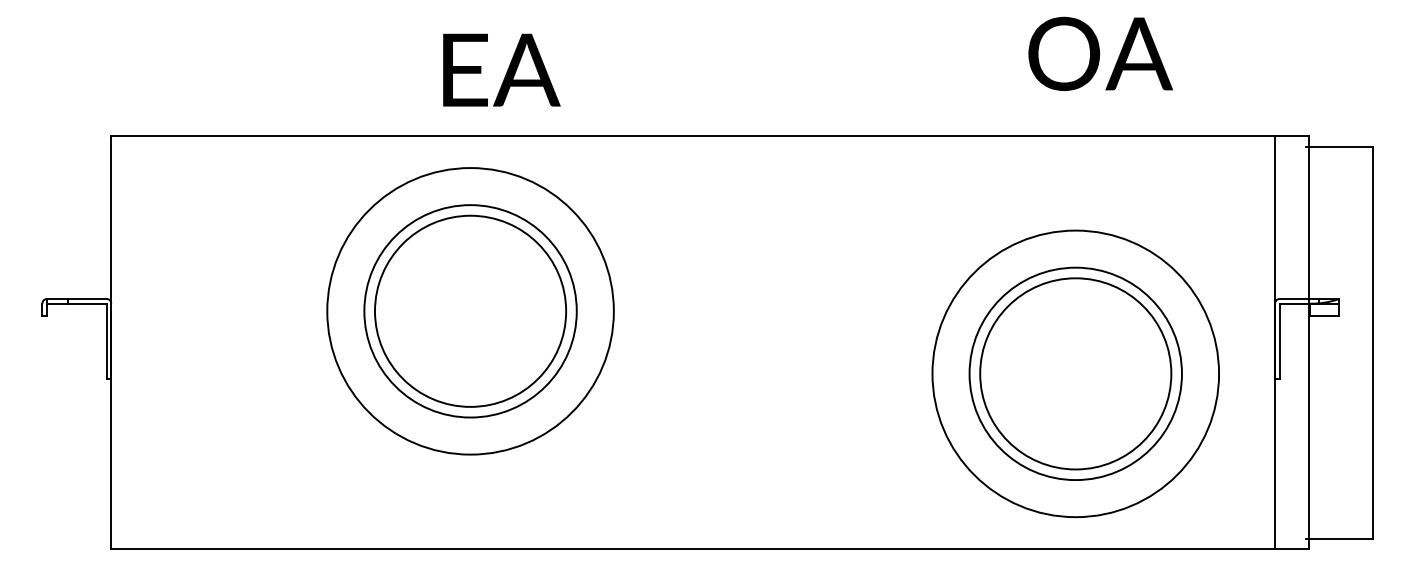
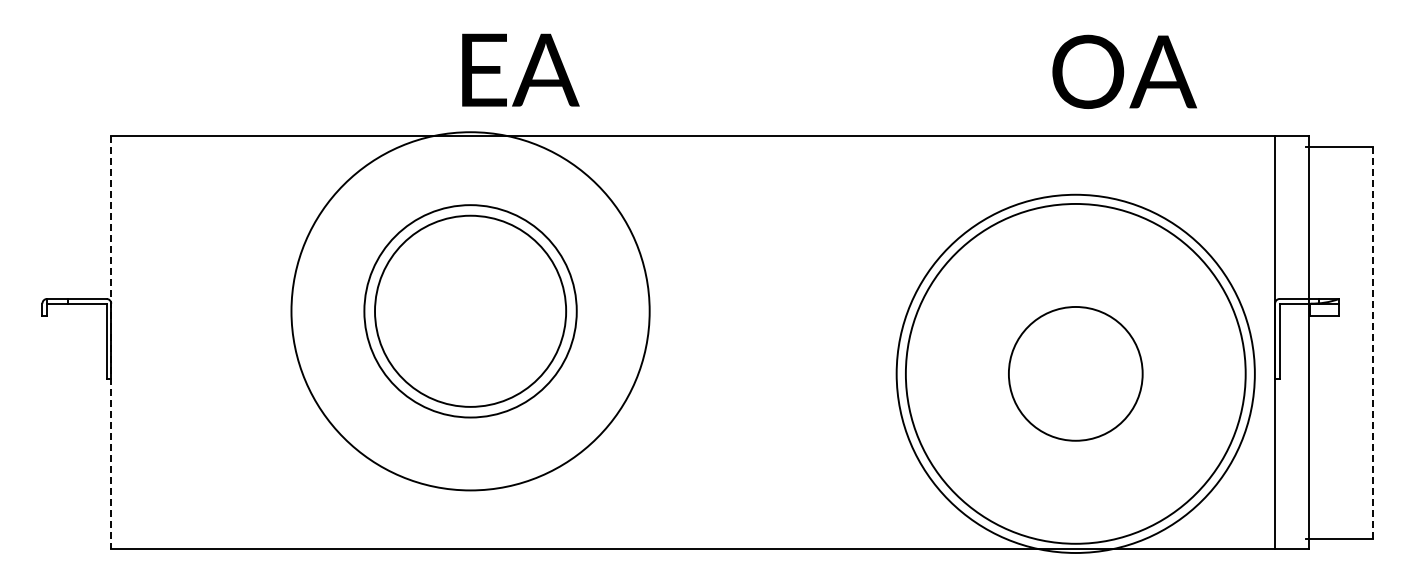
text at (1100, 53) position: (1100, 53) -> (1124, 71)
text at (501, 69) position: (501, 69) -> (520, 69)
circle at (470, 311) diameter: 287 px -> 358 px
line at (111, 342): solid -> dashed
line at (1372, 343): solid -> dashed
circle at (1075, 373) diameter: 191 px -> 134 px
circle at (1075, 373) diameter: 212 px -> 340 px
circle at (1075, 373) diameter: 287 px -> 358 px
